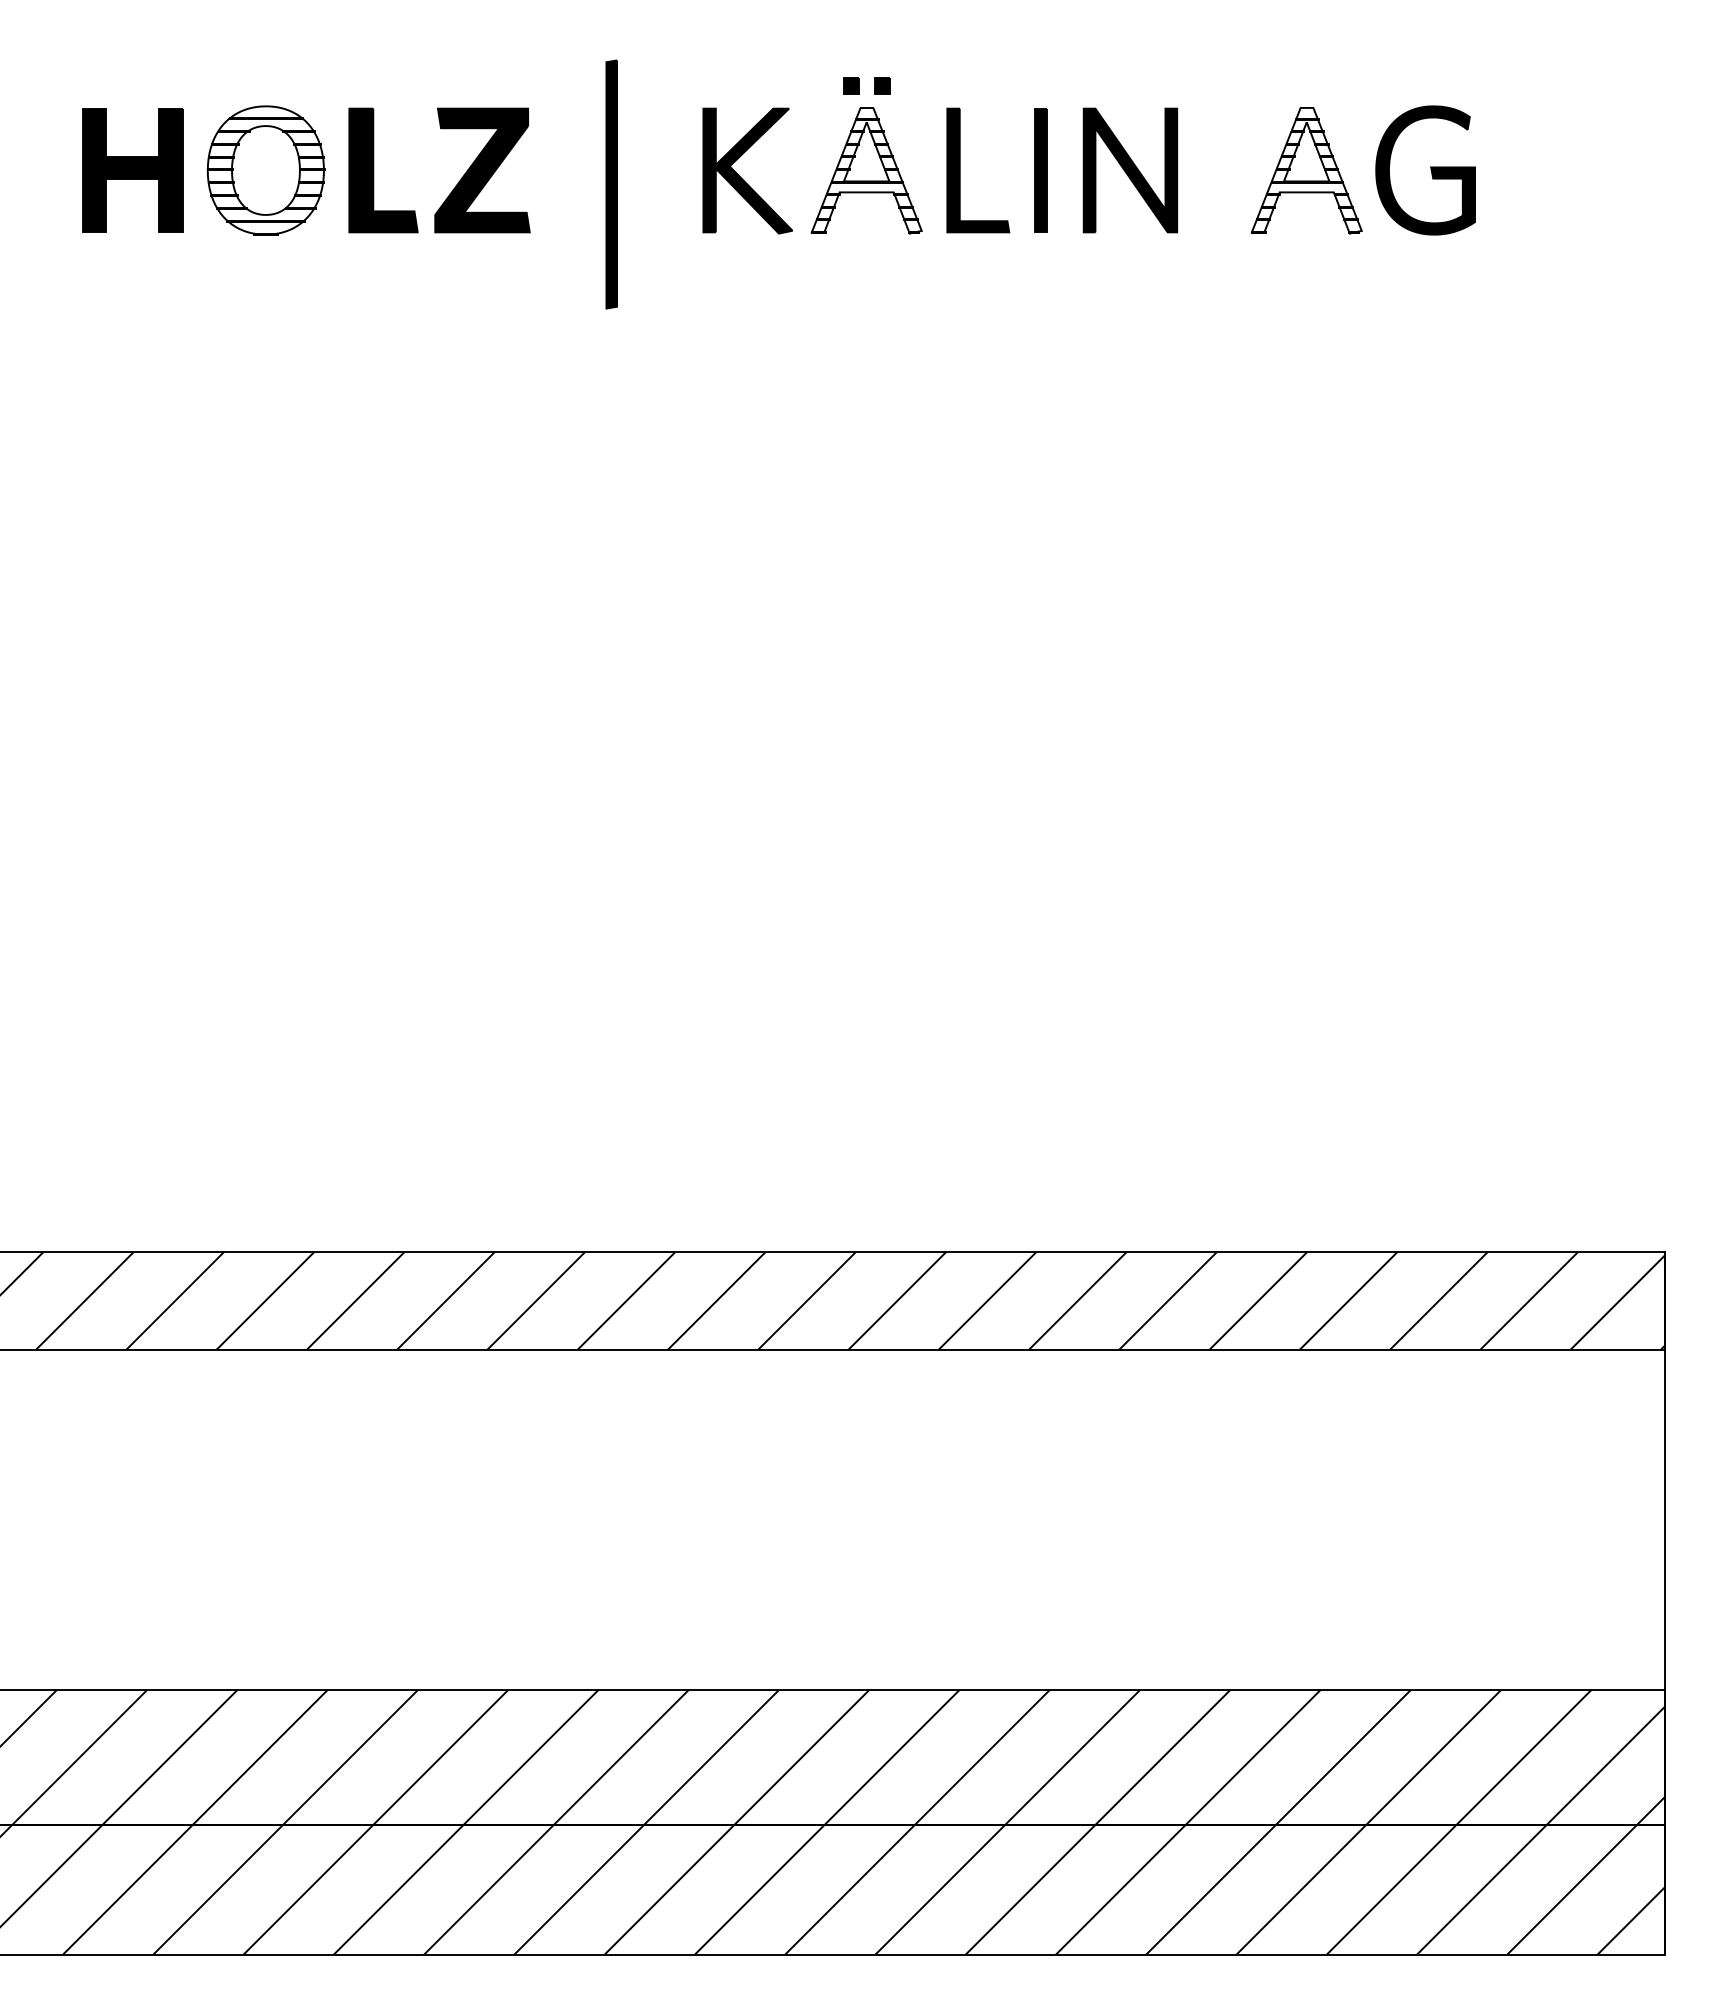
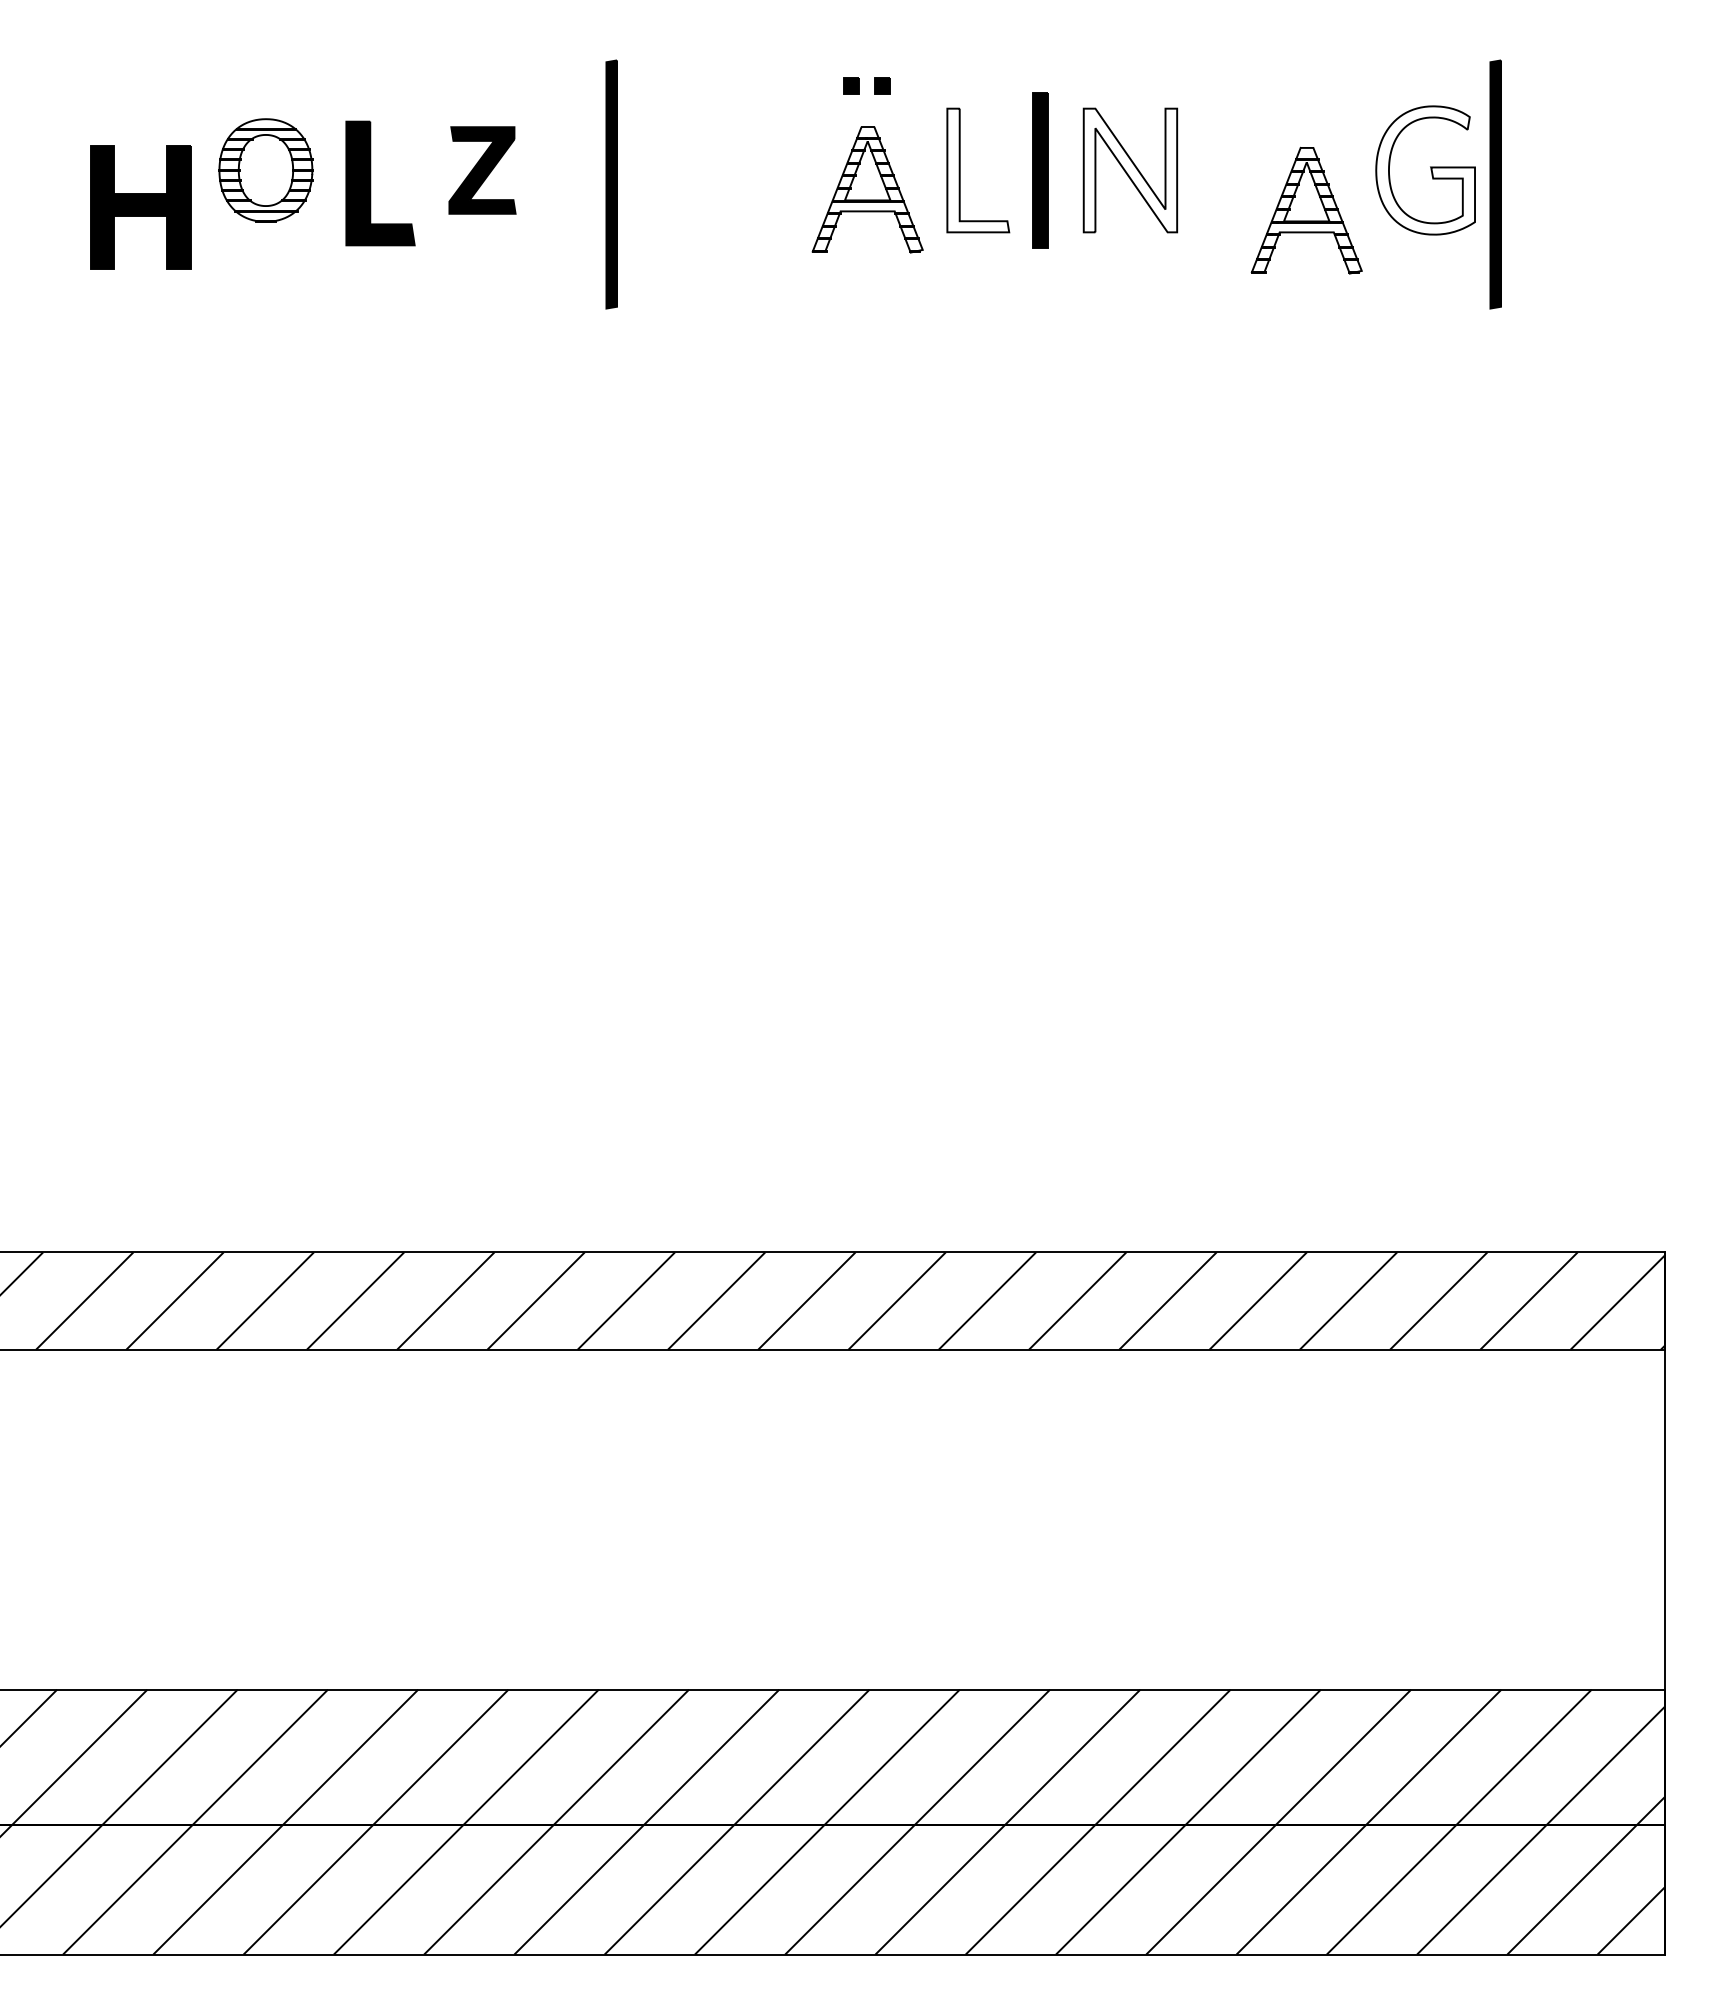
part at (132, 170) position: (132, 170) -> (140, 207)
part at (265, 170) size: 120x131 px -> 96x105 px
part at (374, 170) position: (374, 170) -> (371, 183)
part at (482, 170) size: 97x127 px -> 69x89 px
part at (866, 170) position: (866, 170) -> (867, 189)
fill at (978, 170): present -> none
part at (1040, 170) size: 14x125 px -> 17x157 px
fill at (1130, 170): present -> none
part at (1306, 170) position: (1306, 170) -> (1306, 210)
fill at (1425, 170): present -> none
part at (740, 176): present -> none
part at (1495, 184): none -> present
